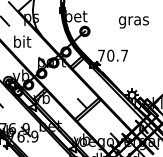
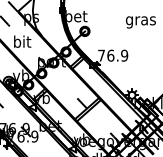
text at (133, 22) position: (133, 22) -> (140, 22)
text at (117, 55): 70.7 -> 76.9
